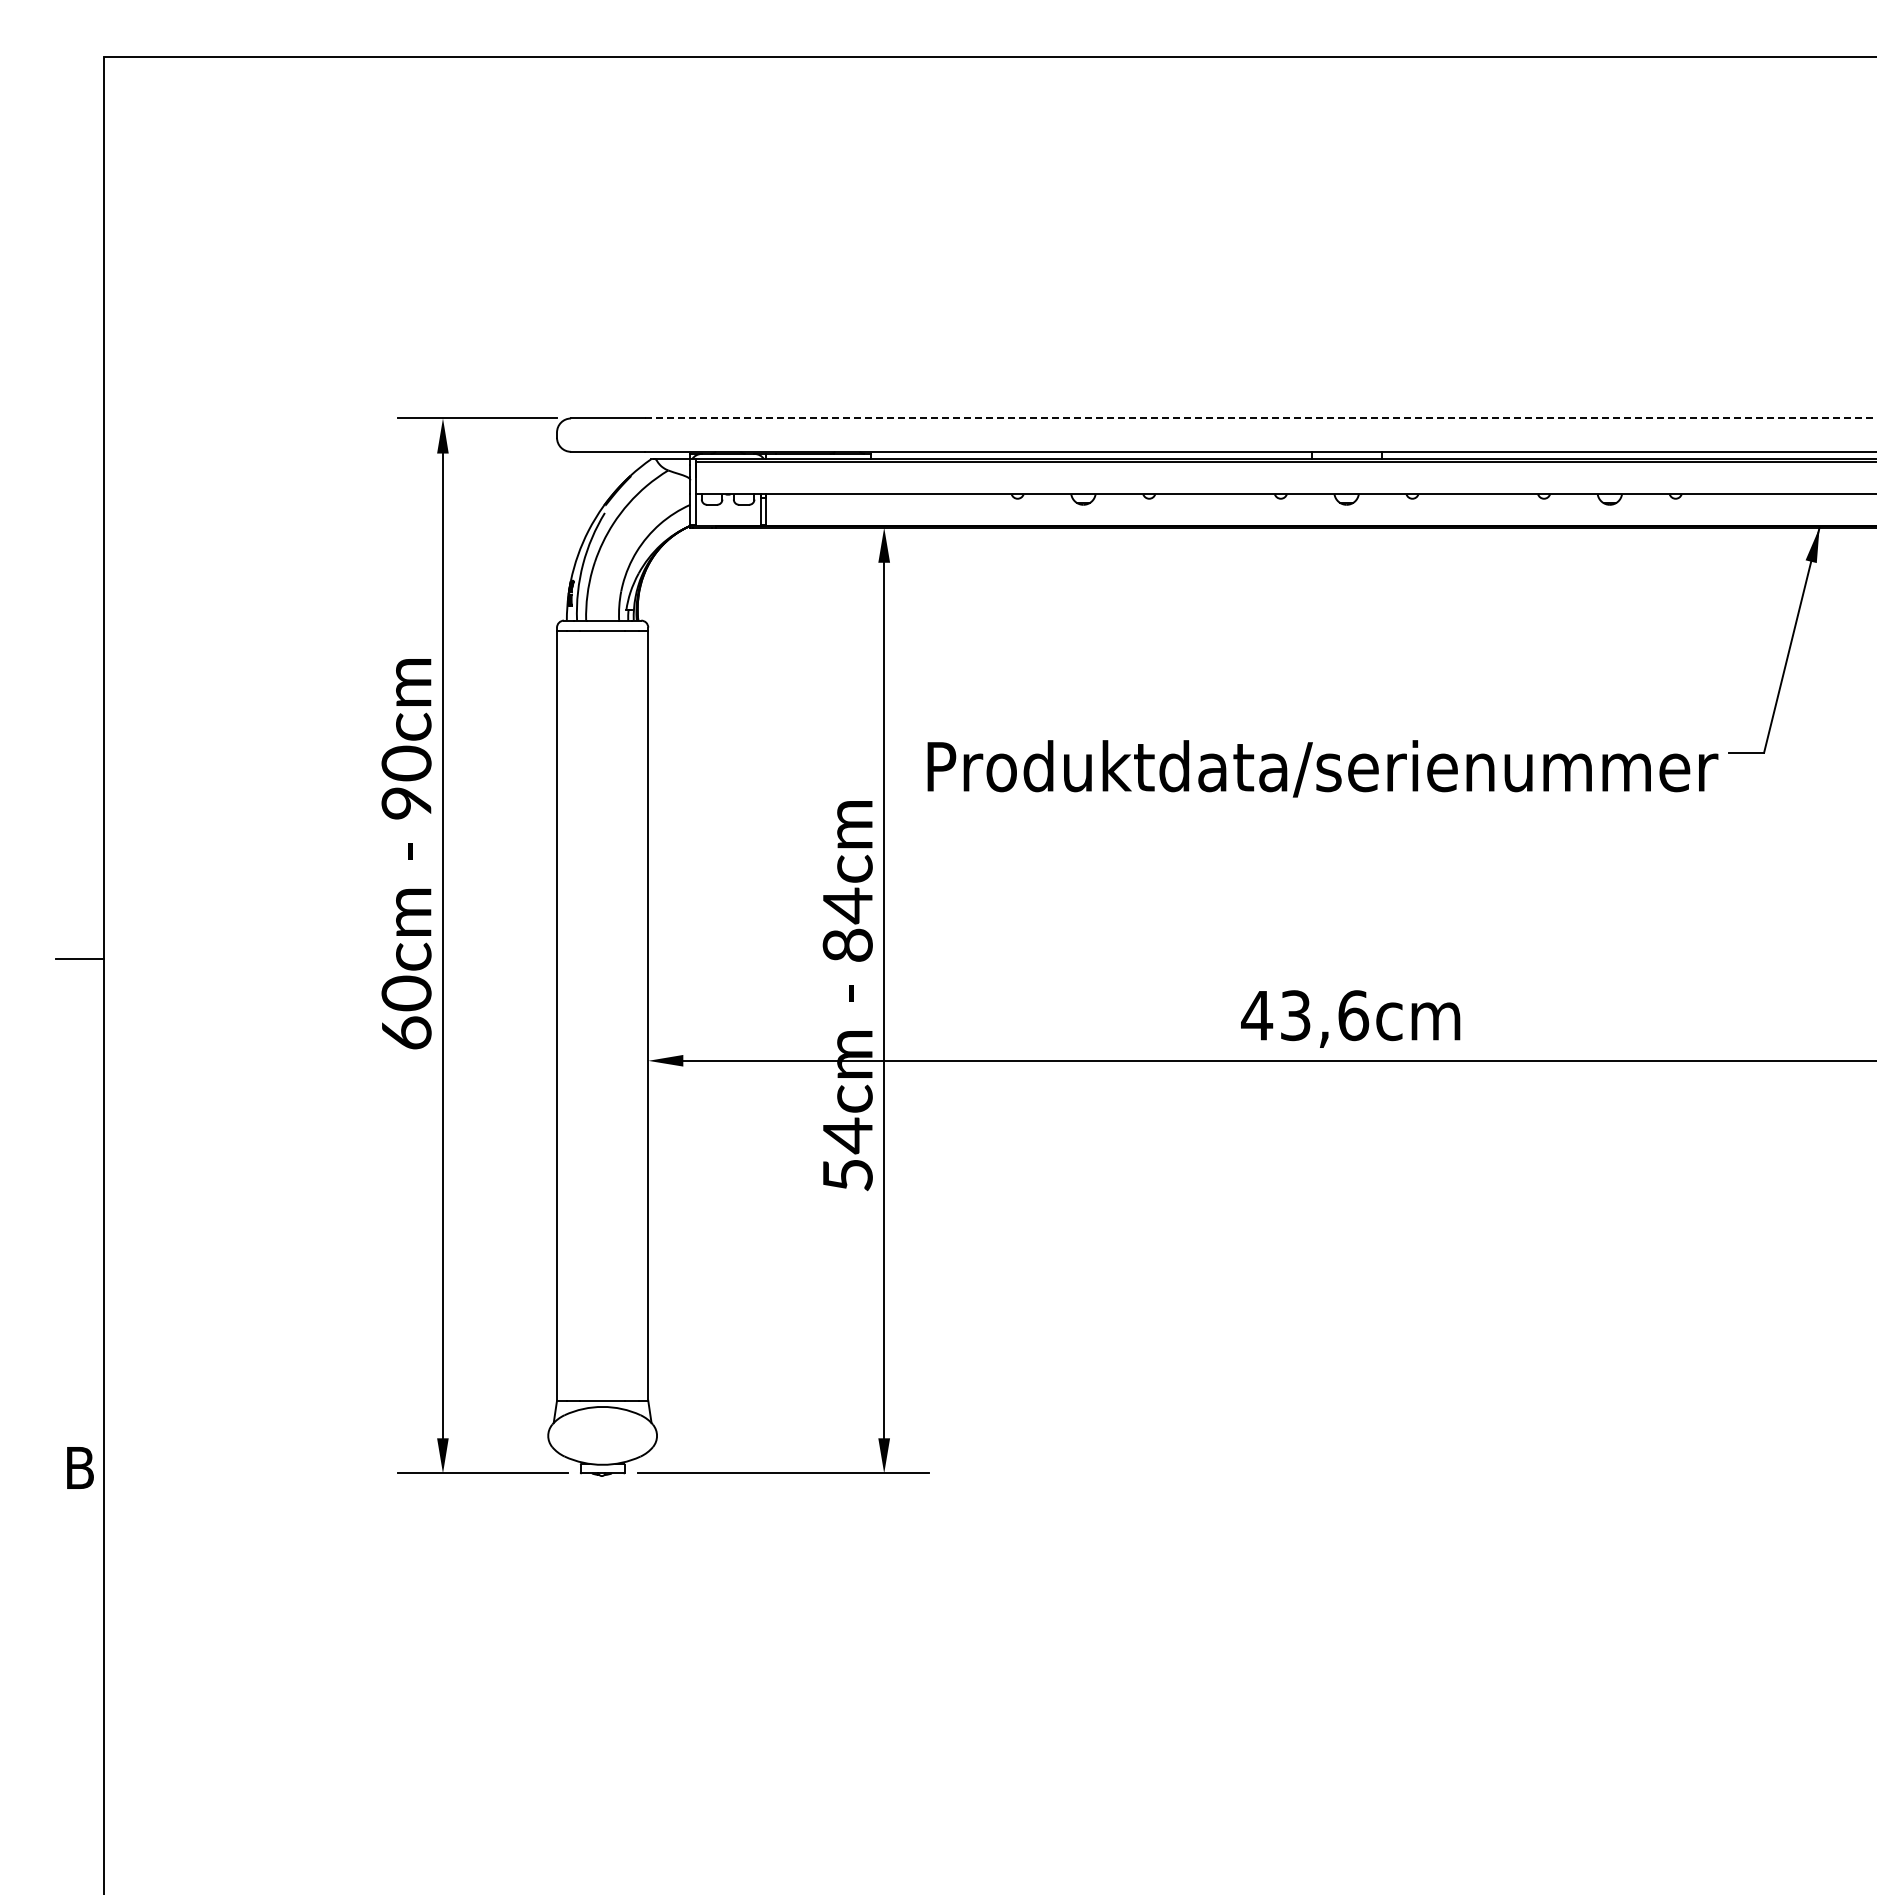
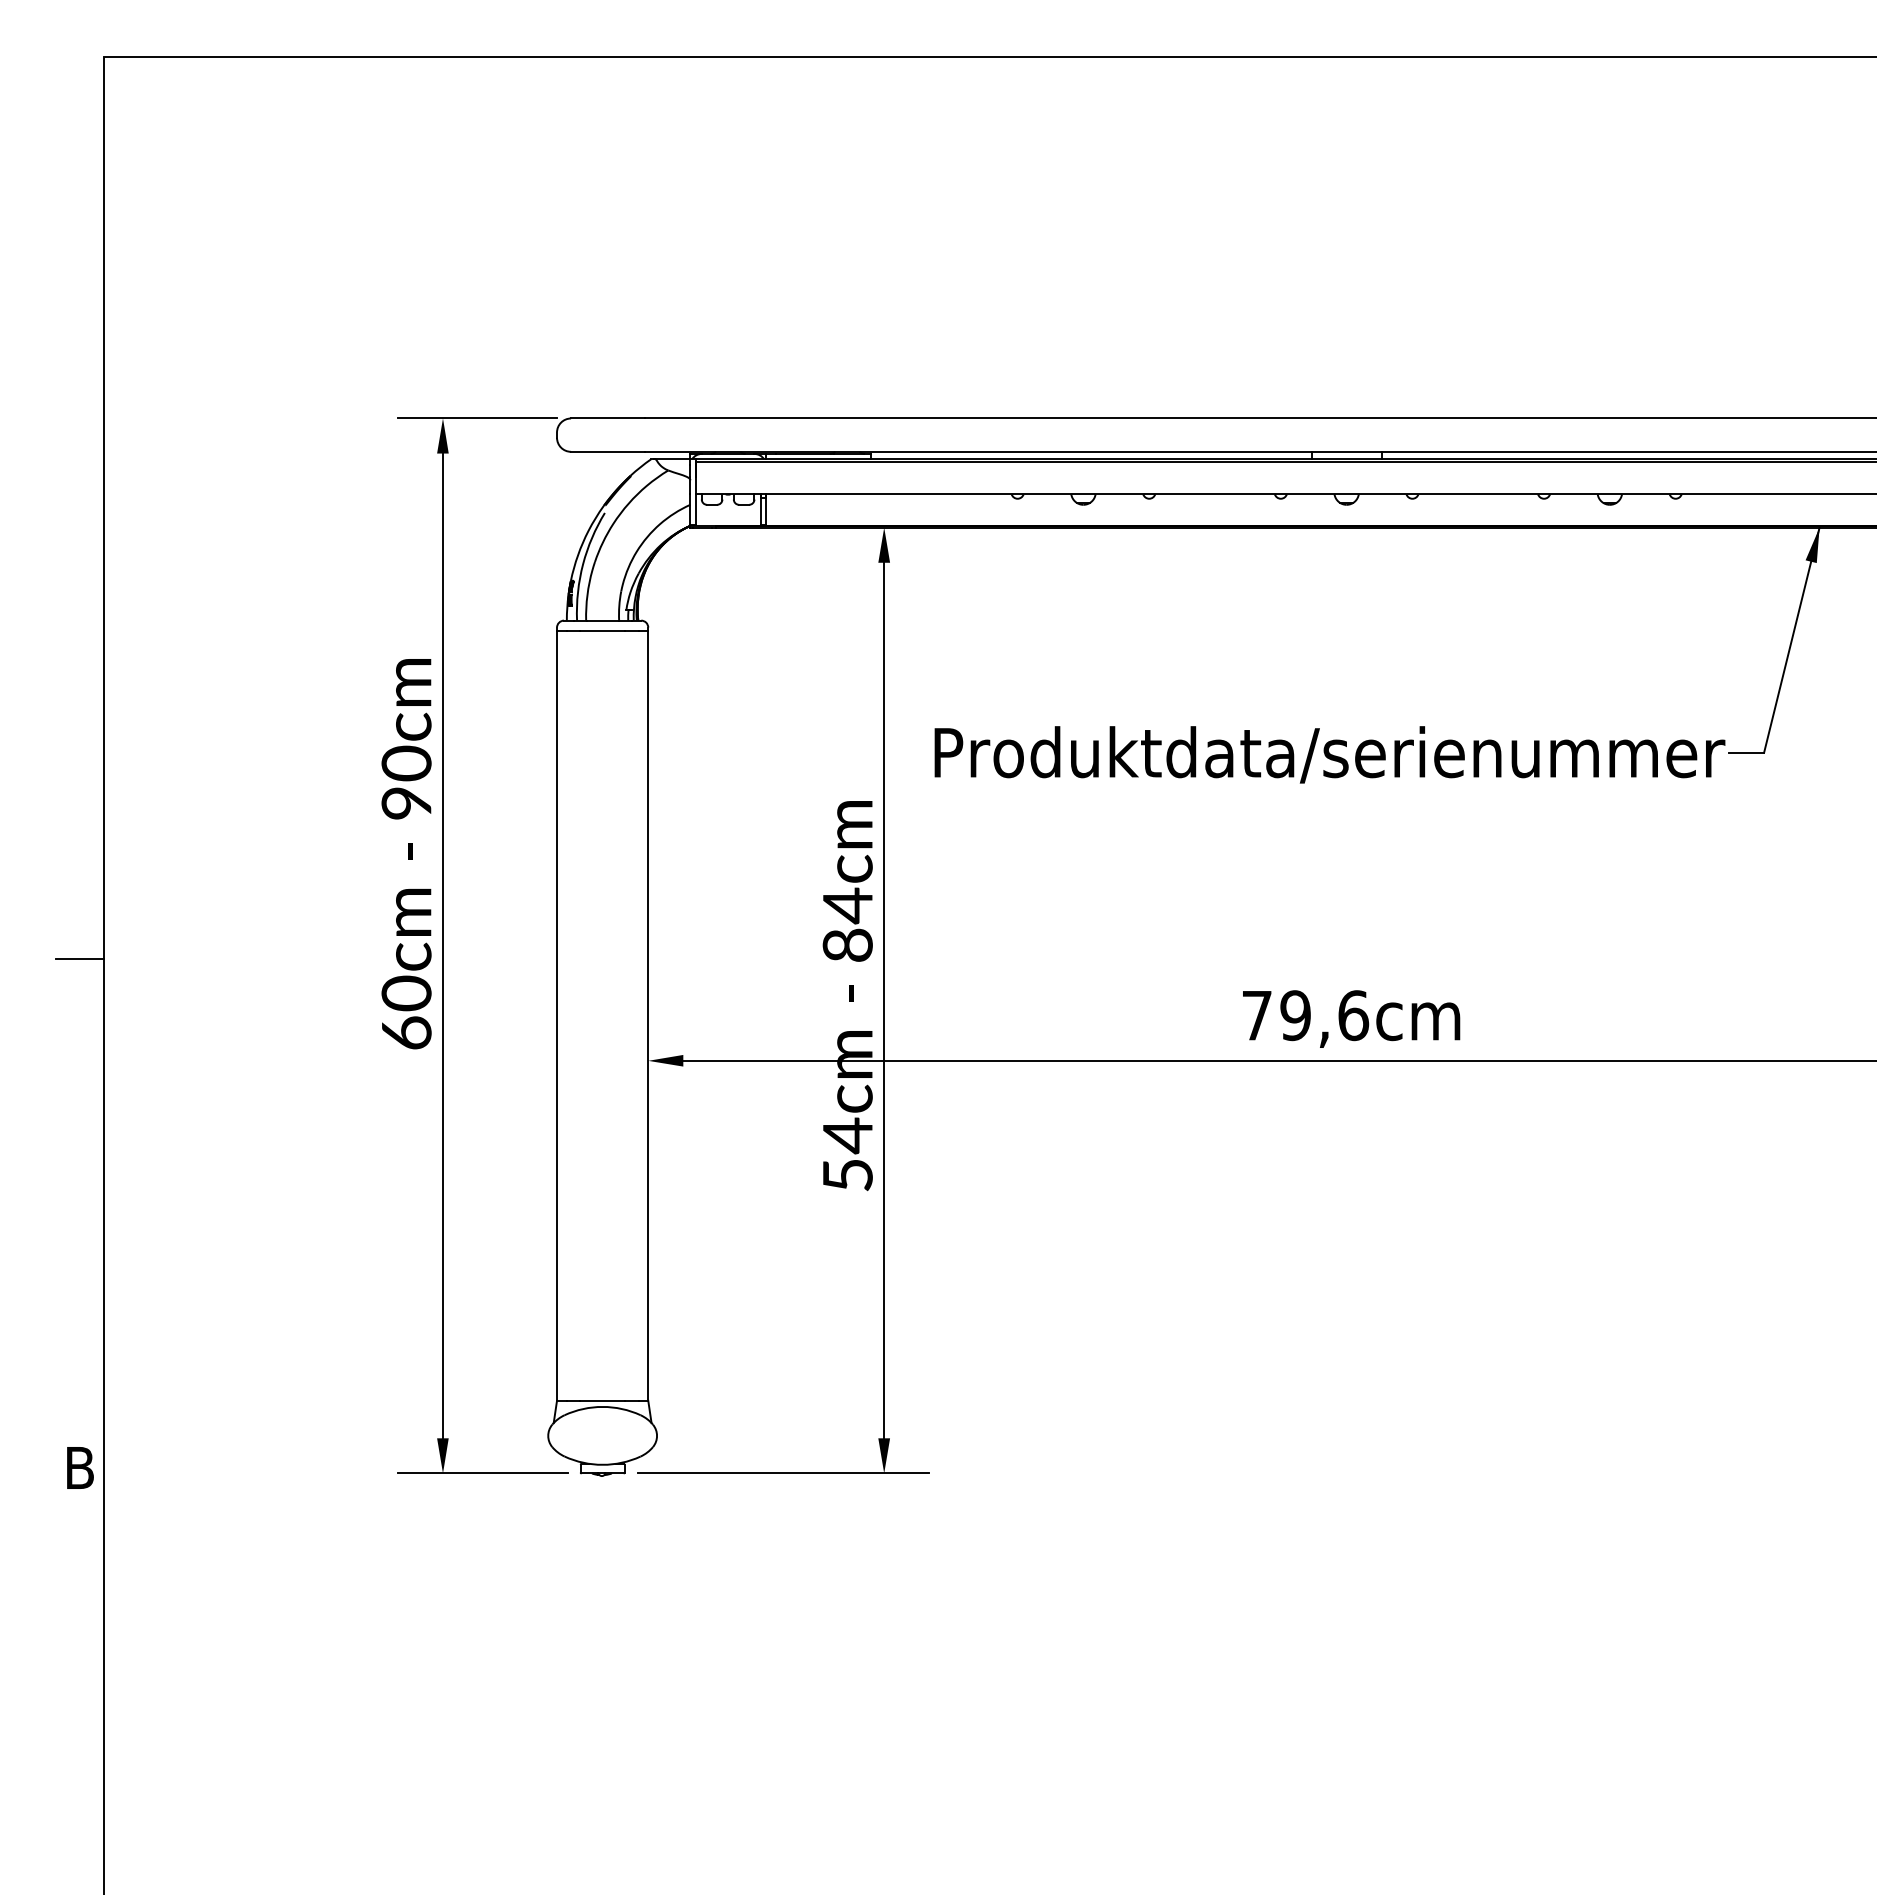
line at (1260, 418): dashed -> solid
text at (1322, 768) position: (1322, 768) -> (1329, 754)
text at (1275, 1015): 43,6cm -> 79,6cm
